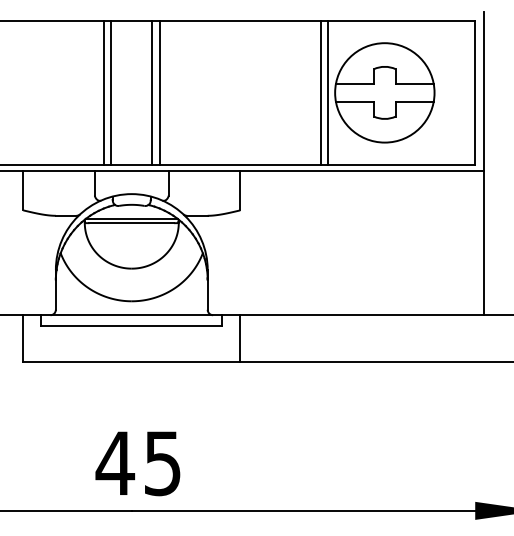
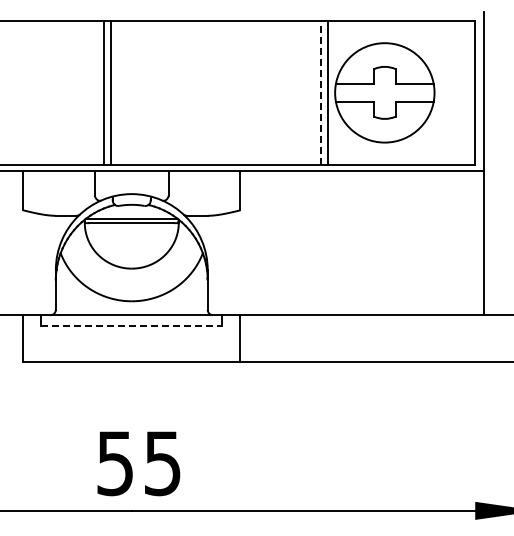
line at (152, 92): present -> none
line at (159, 92): present -> none
line at (320, 92): solid -> dashed
line at (132, 326): solid -> dashed
text at (115, 463): 45 -> 55
